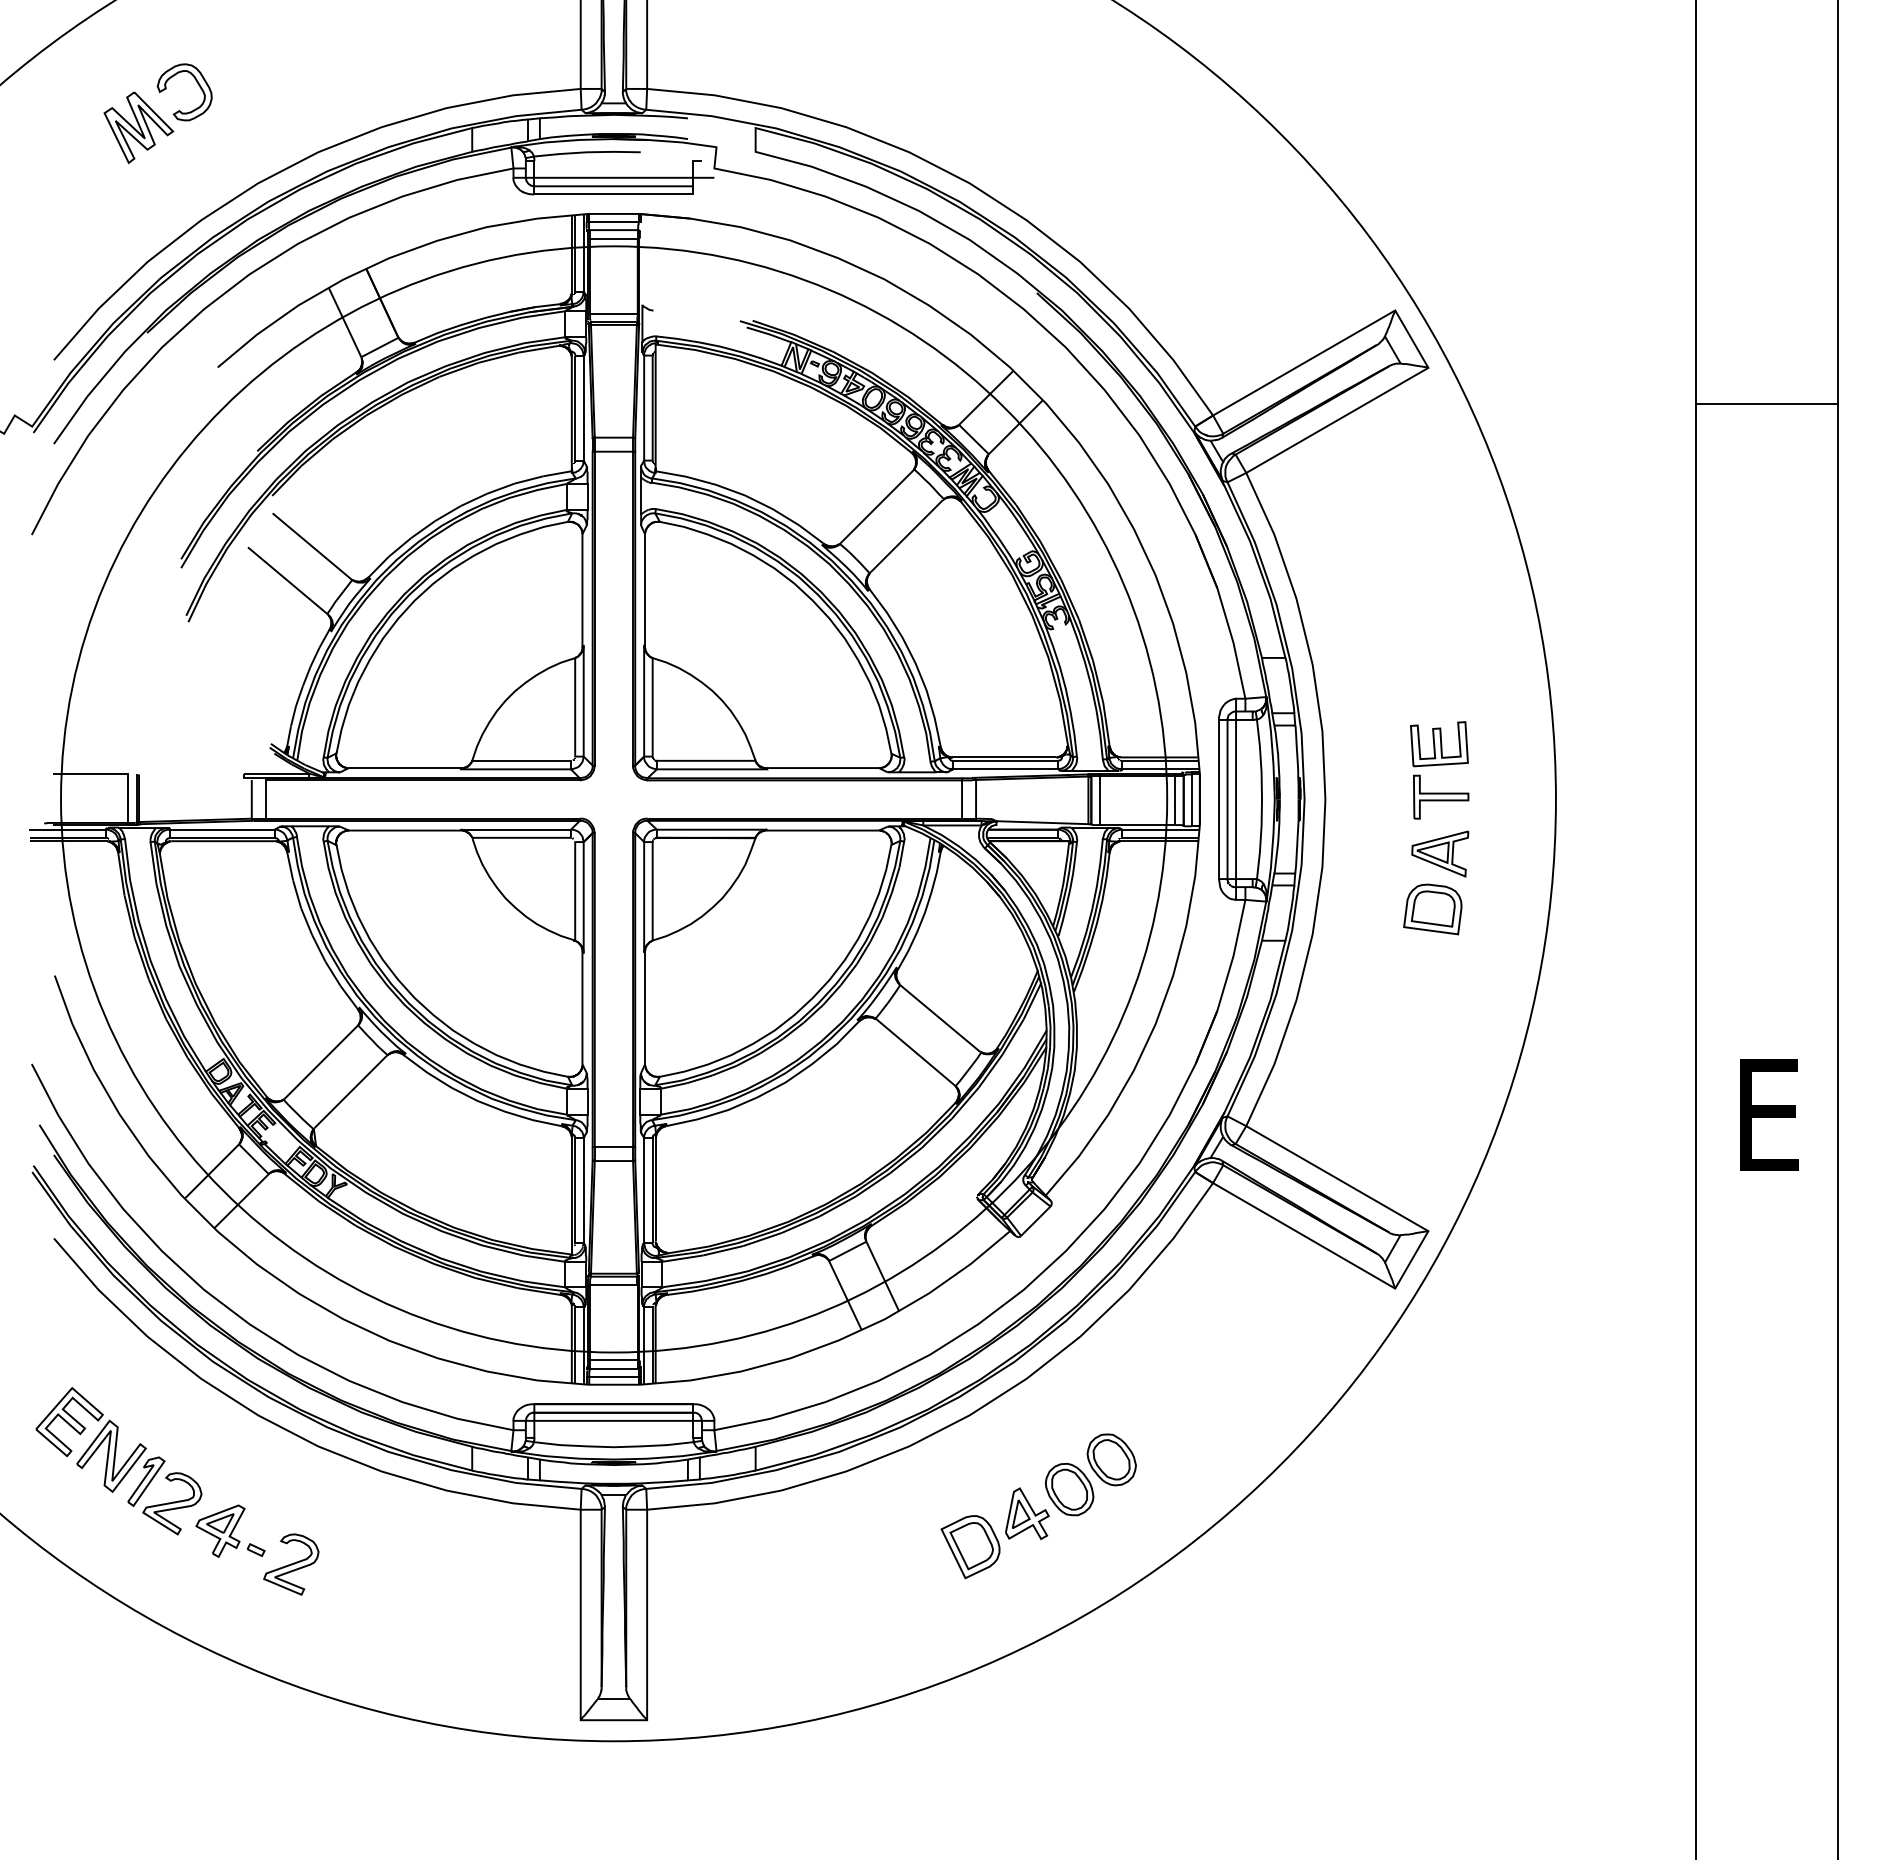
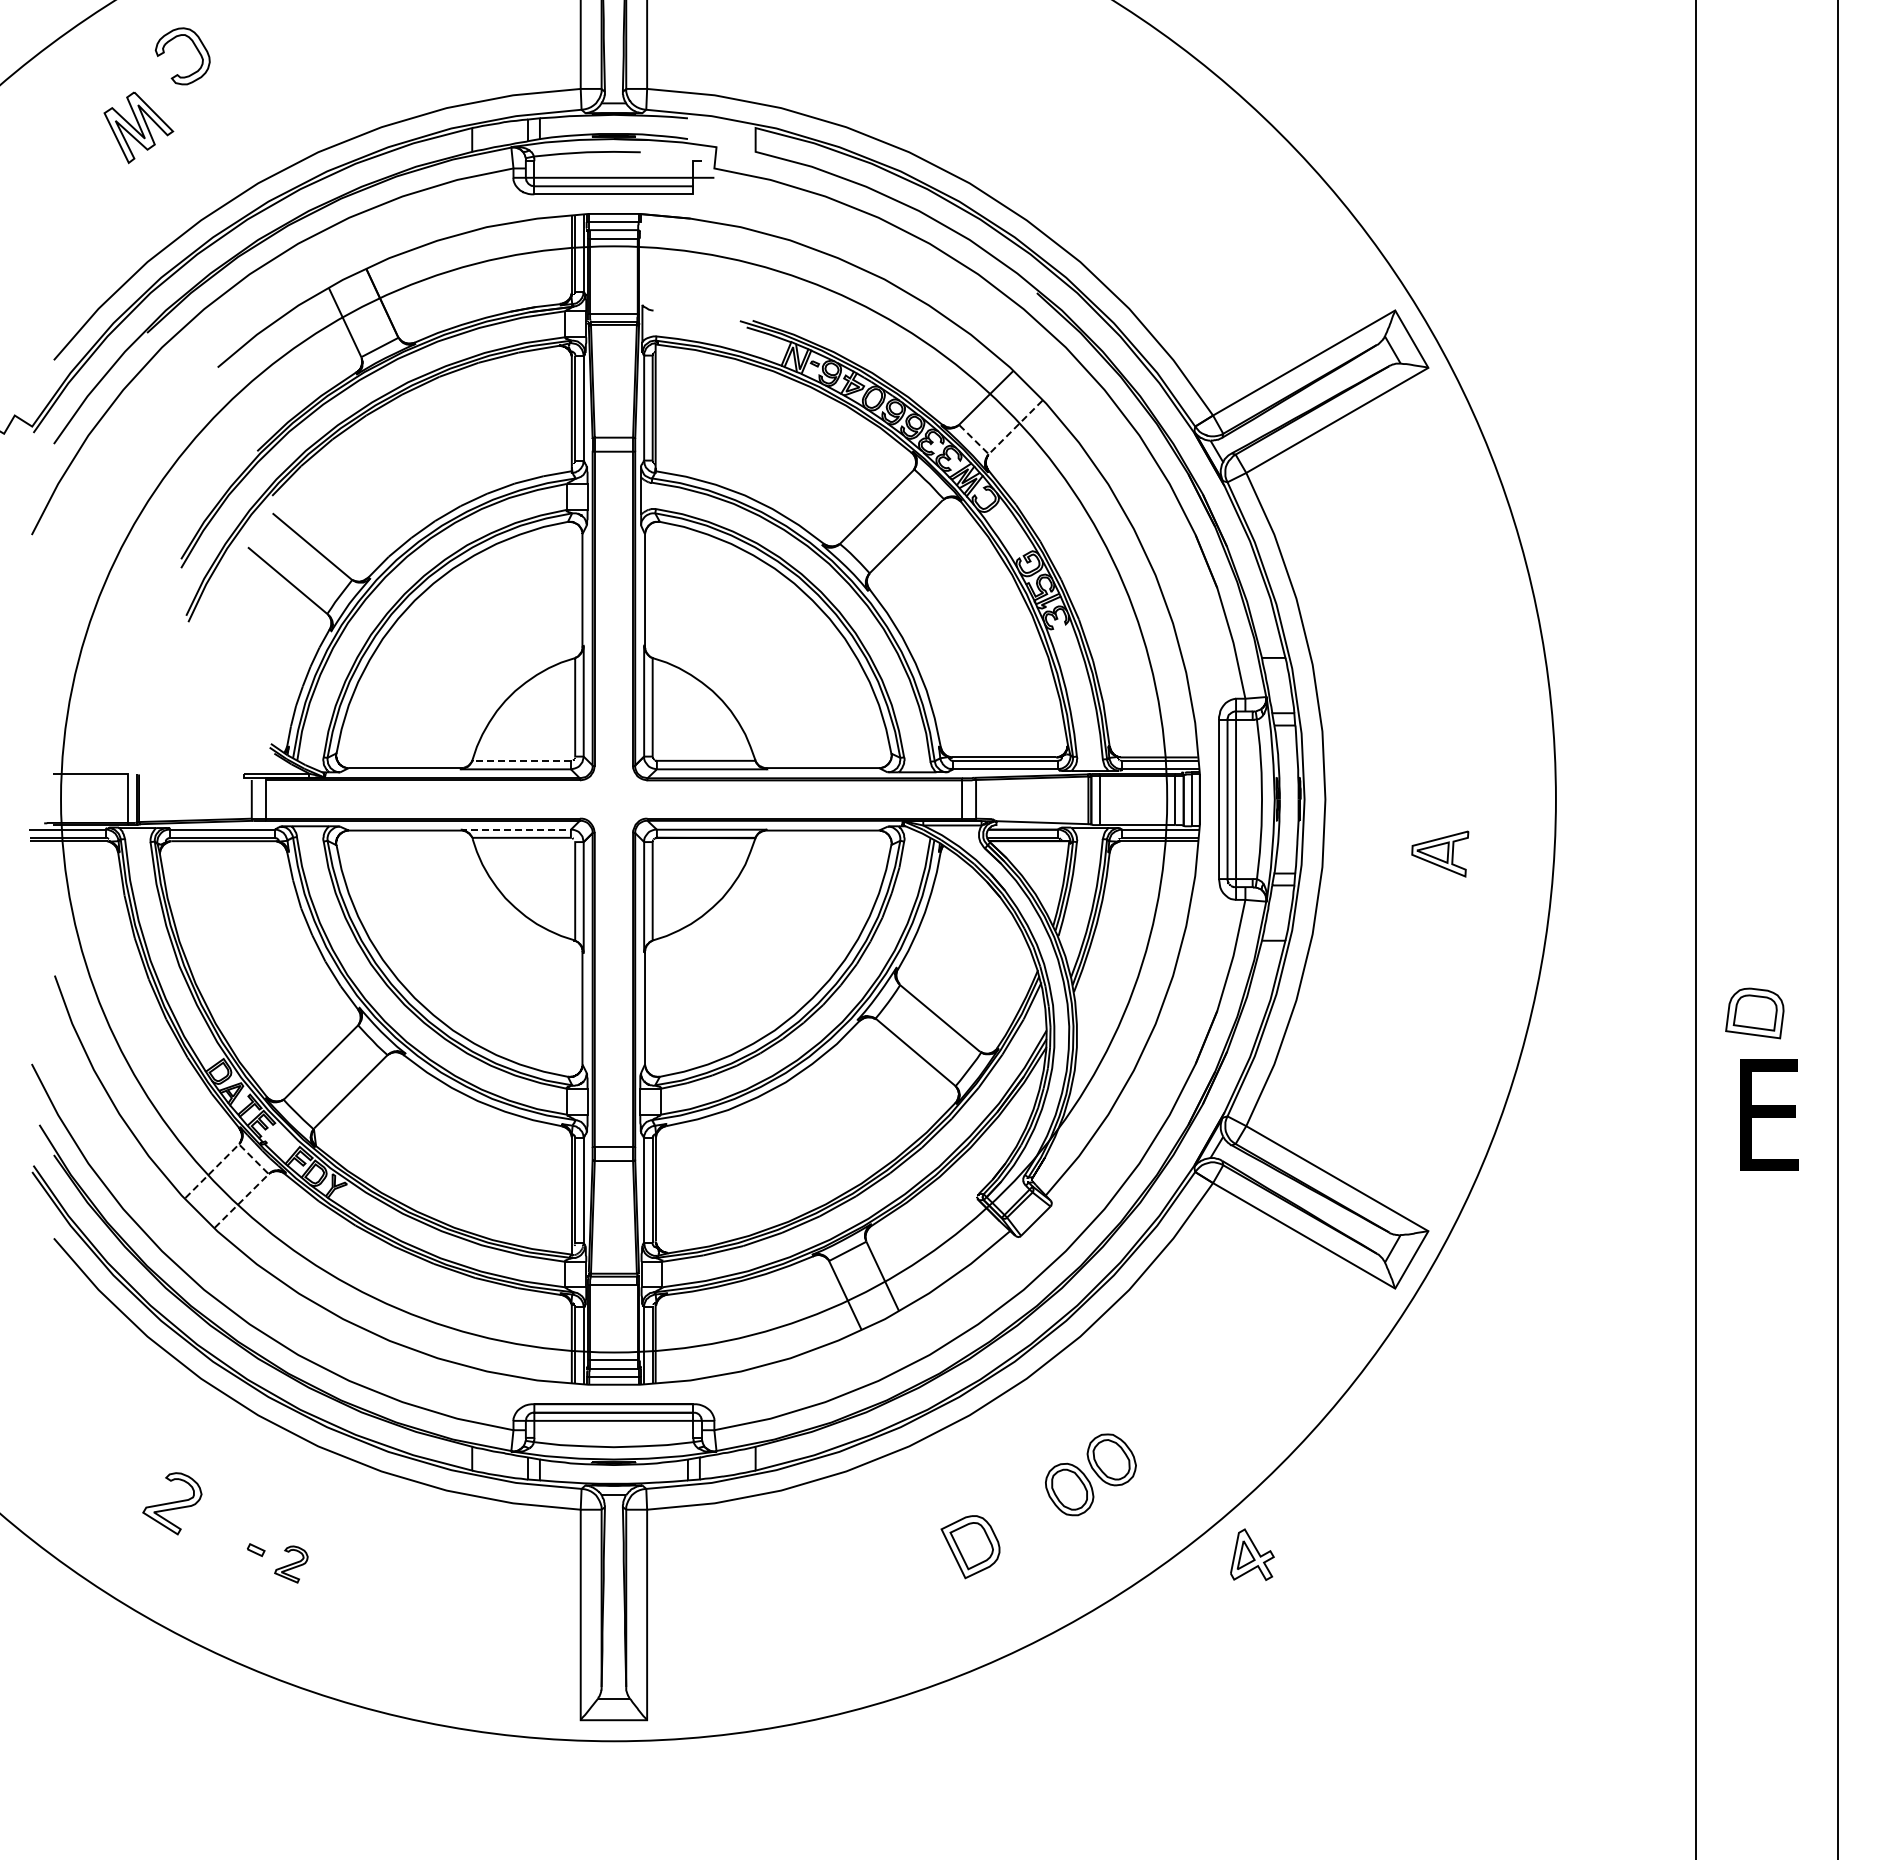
part at (196, 82) position: (196, 82) -> (194, 46)
line at (1767, 404): present -> none
line at (1000, 442): solid -> dashed
line at (521, 760): solid -> dashed
part at (1439, 770): present -> none
line at (515, 829): solid -> dashed
part at (1432, 909) position: (1432, 909) -> (1754, 1013)
line at (254, 1159): solid -> dashed
part at (100, 1446): present -> none
part at (1027, 1513) position: (1027, 1513) -> (1252, 1554)
part at (220, 1530): present -> none
part at (291, 1564) size: 57x63 px -> 35x39 px
